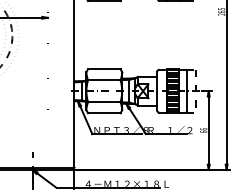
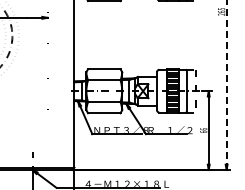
line at (226, 85): solid -> dashed
